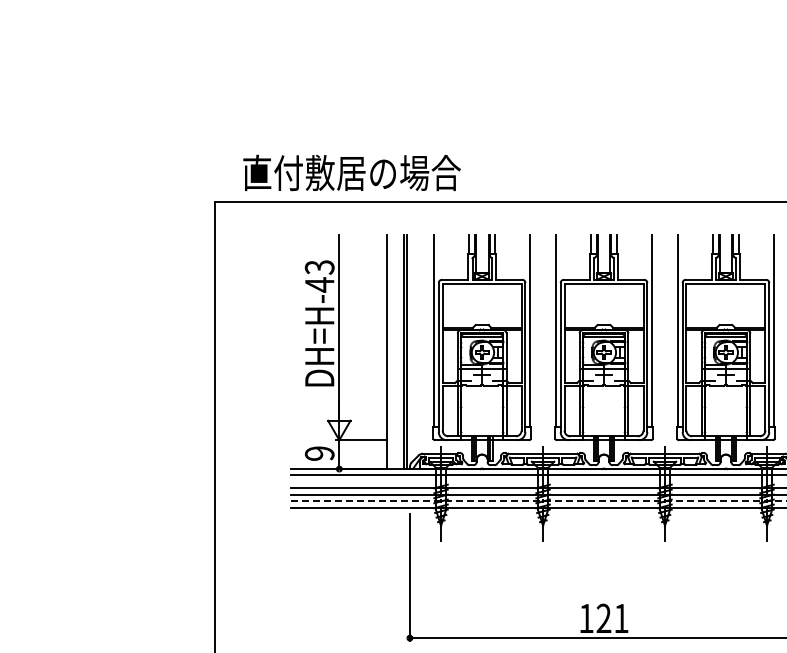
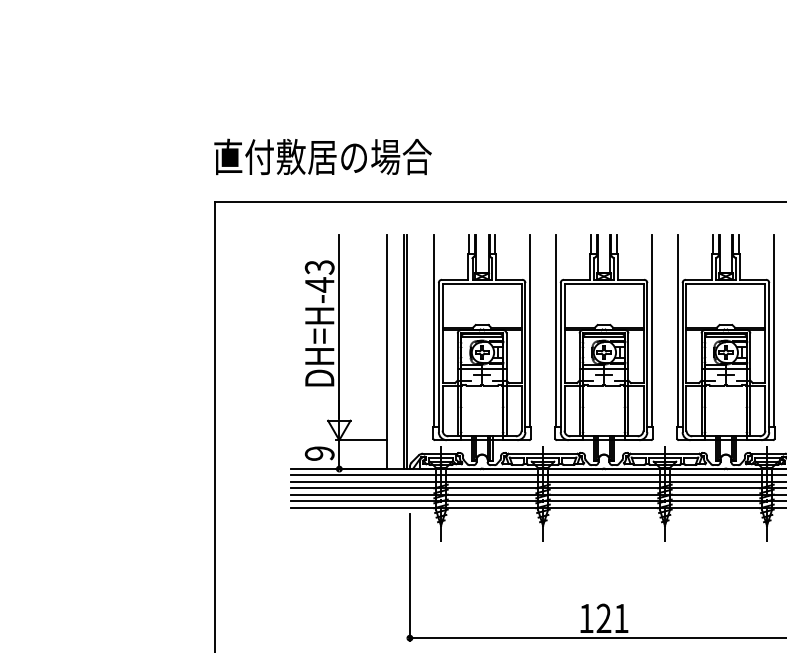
text at (351, 172) position: (351, 172) -> (322, 156)
line at (537, 481): none -> present
line at (538, 501): dashed -> solid
